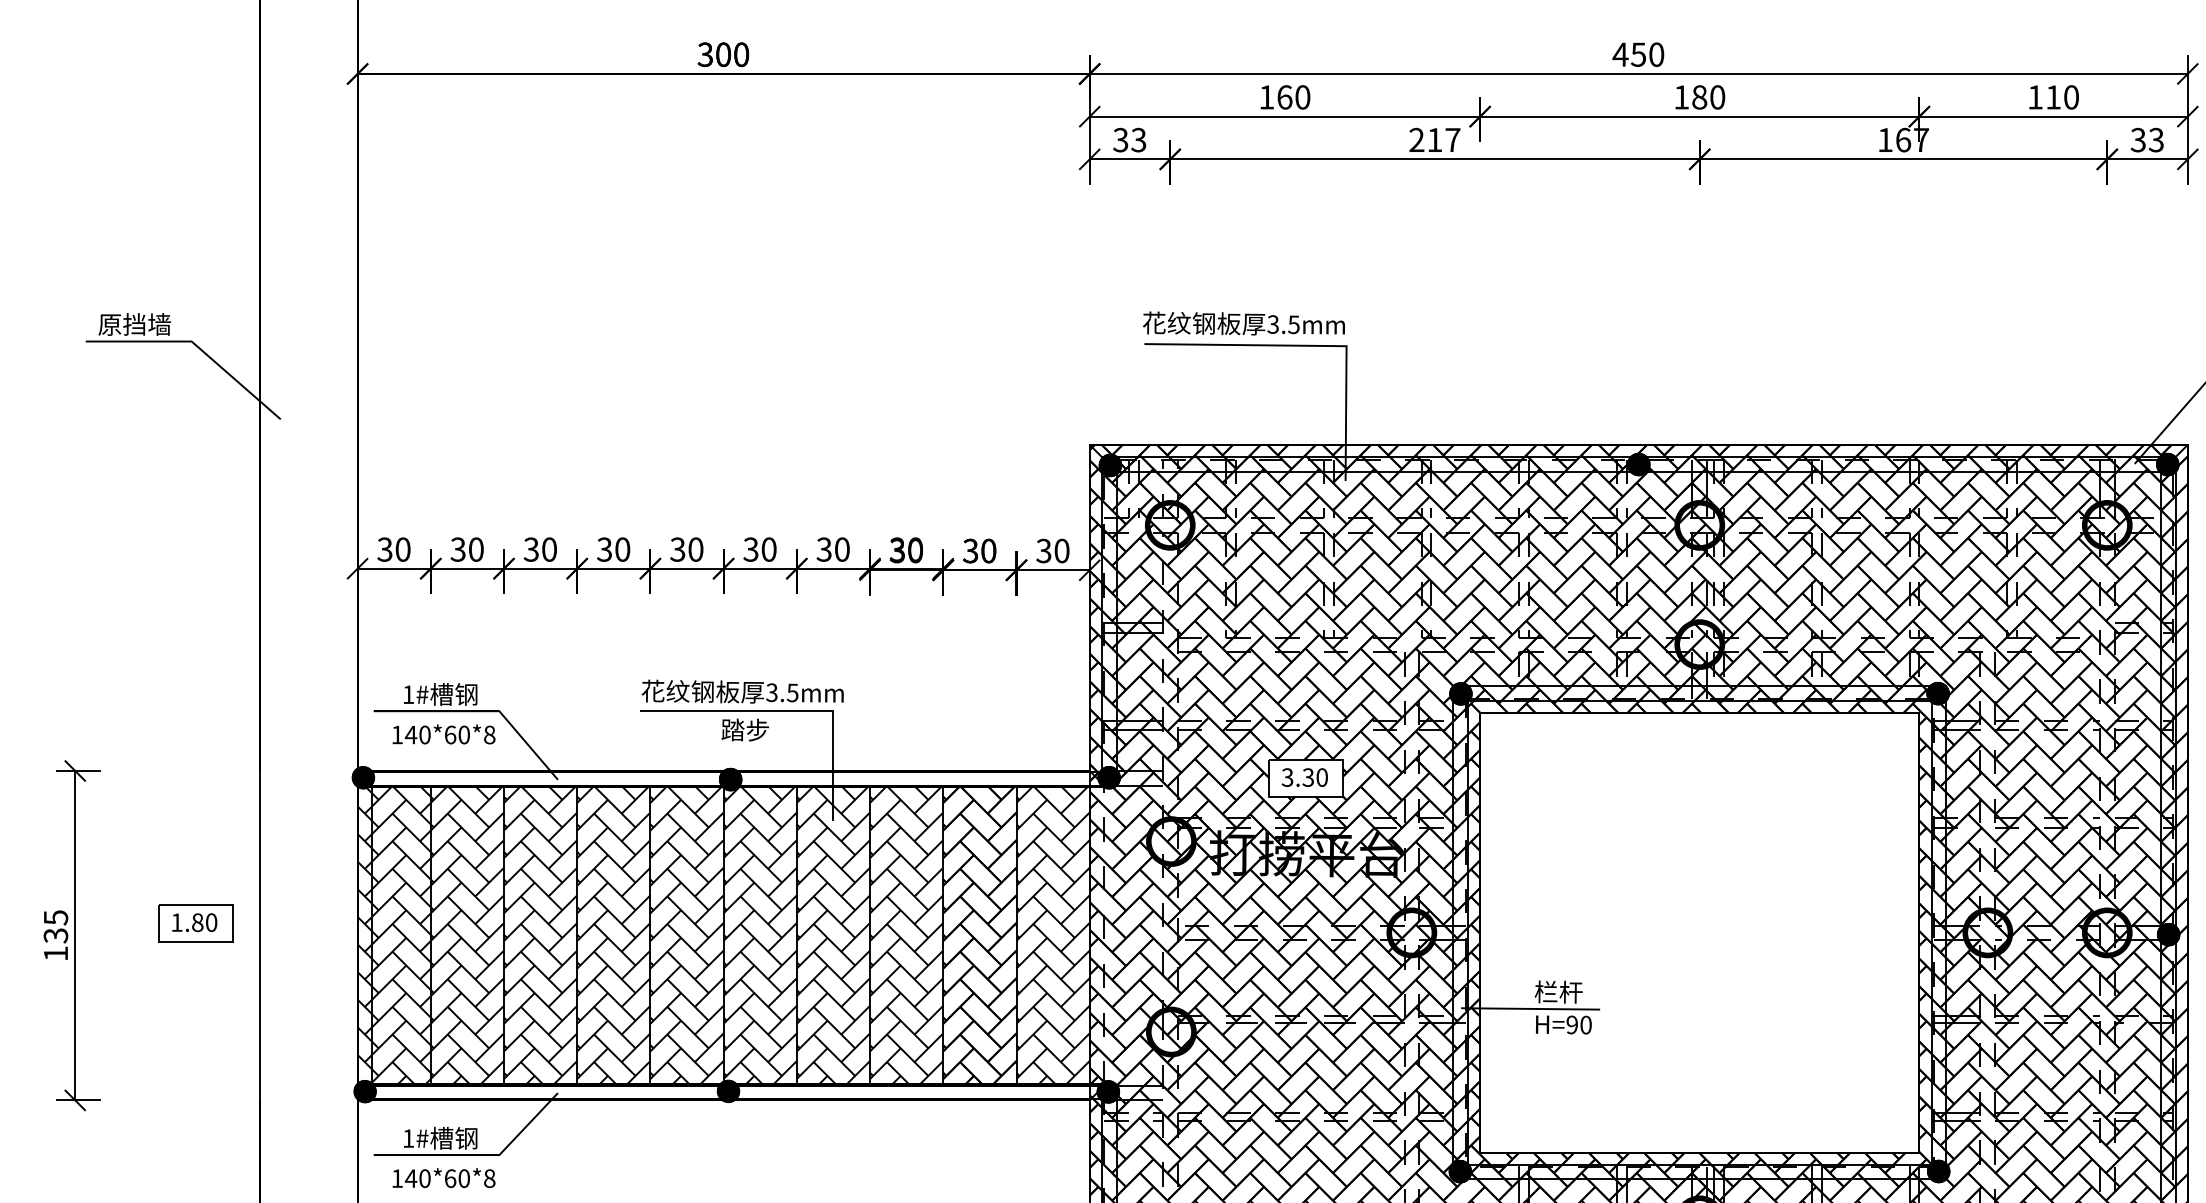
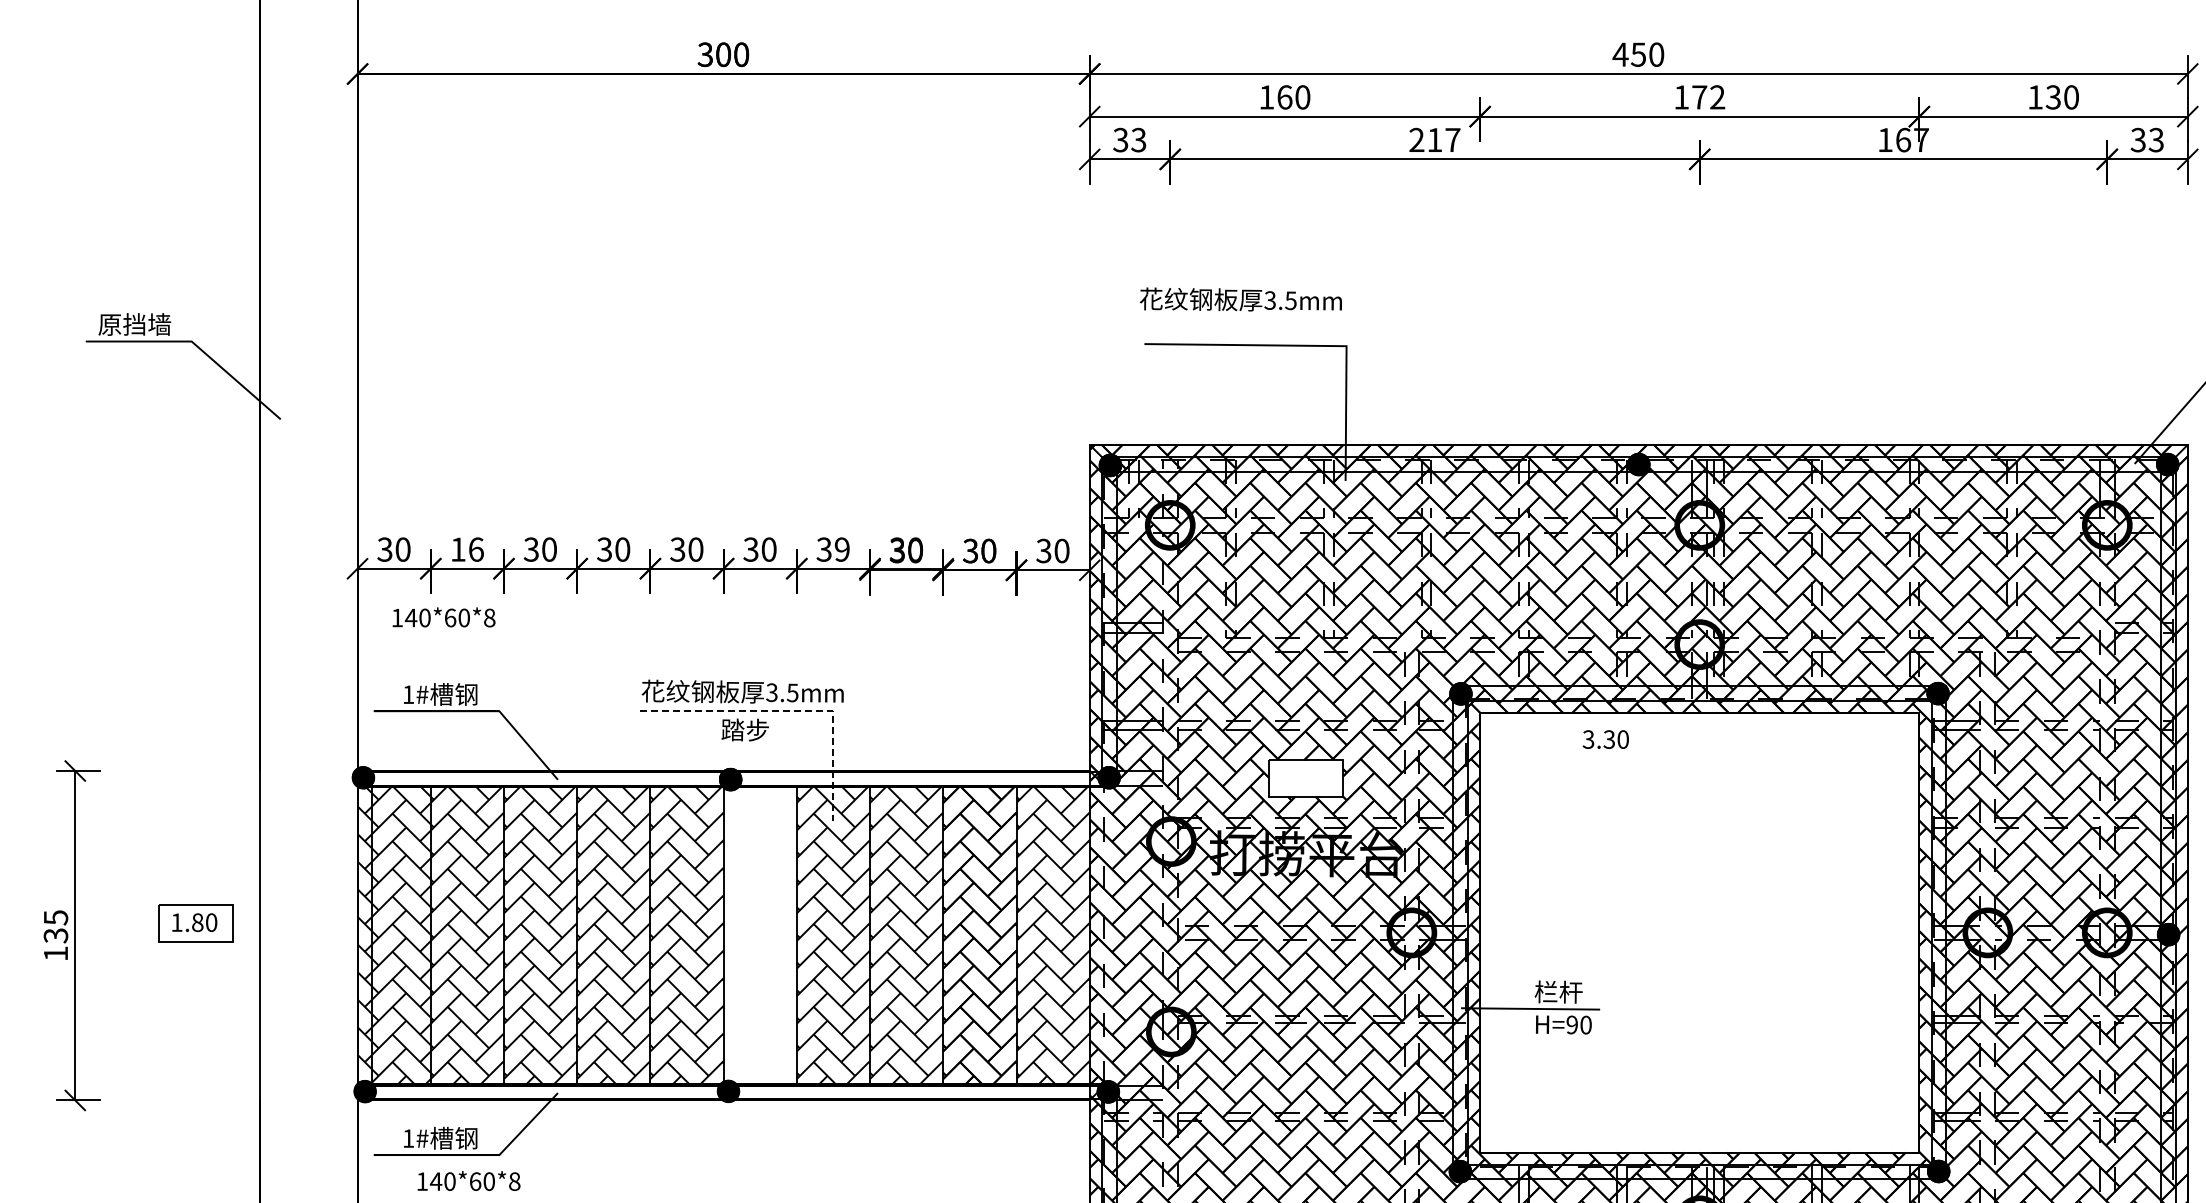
text at (1708, 97): 180 -> 172
text at (2052, 97): 110 -> 130
text at (1243, 323) position: (1243, 323) -> (1240, 299)
text at (466, 549): 30 -> 16
text at (841, 549): 30 -> 39
line at (793, 711): solid -> dashed
text at (443, 734) position: (443, 734) -> (443, 617)
text at (1304, 777) position: (1304, 777) -> (1605, 739)
hatch at (759, 935): present -> none
text at (443, 1177) position: (443, 1177) -> (468, 1180)
